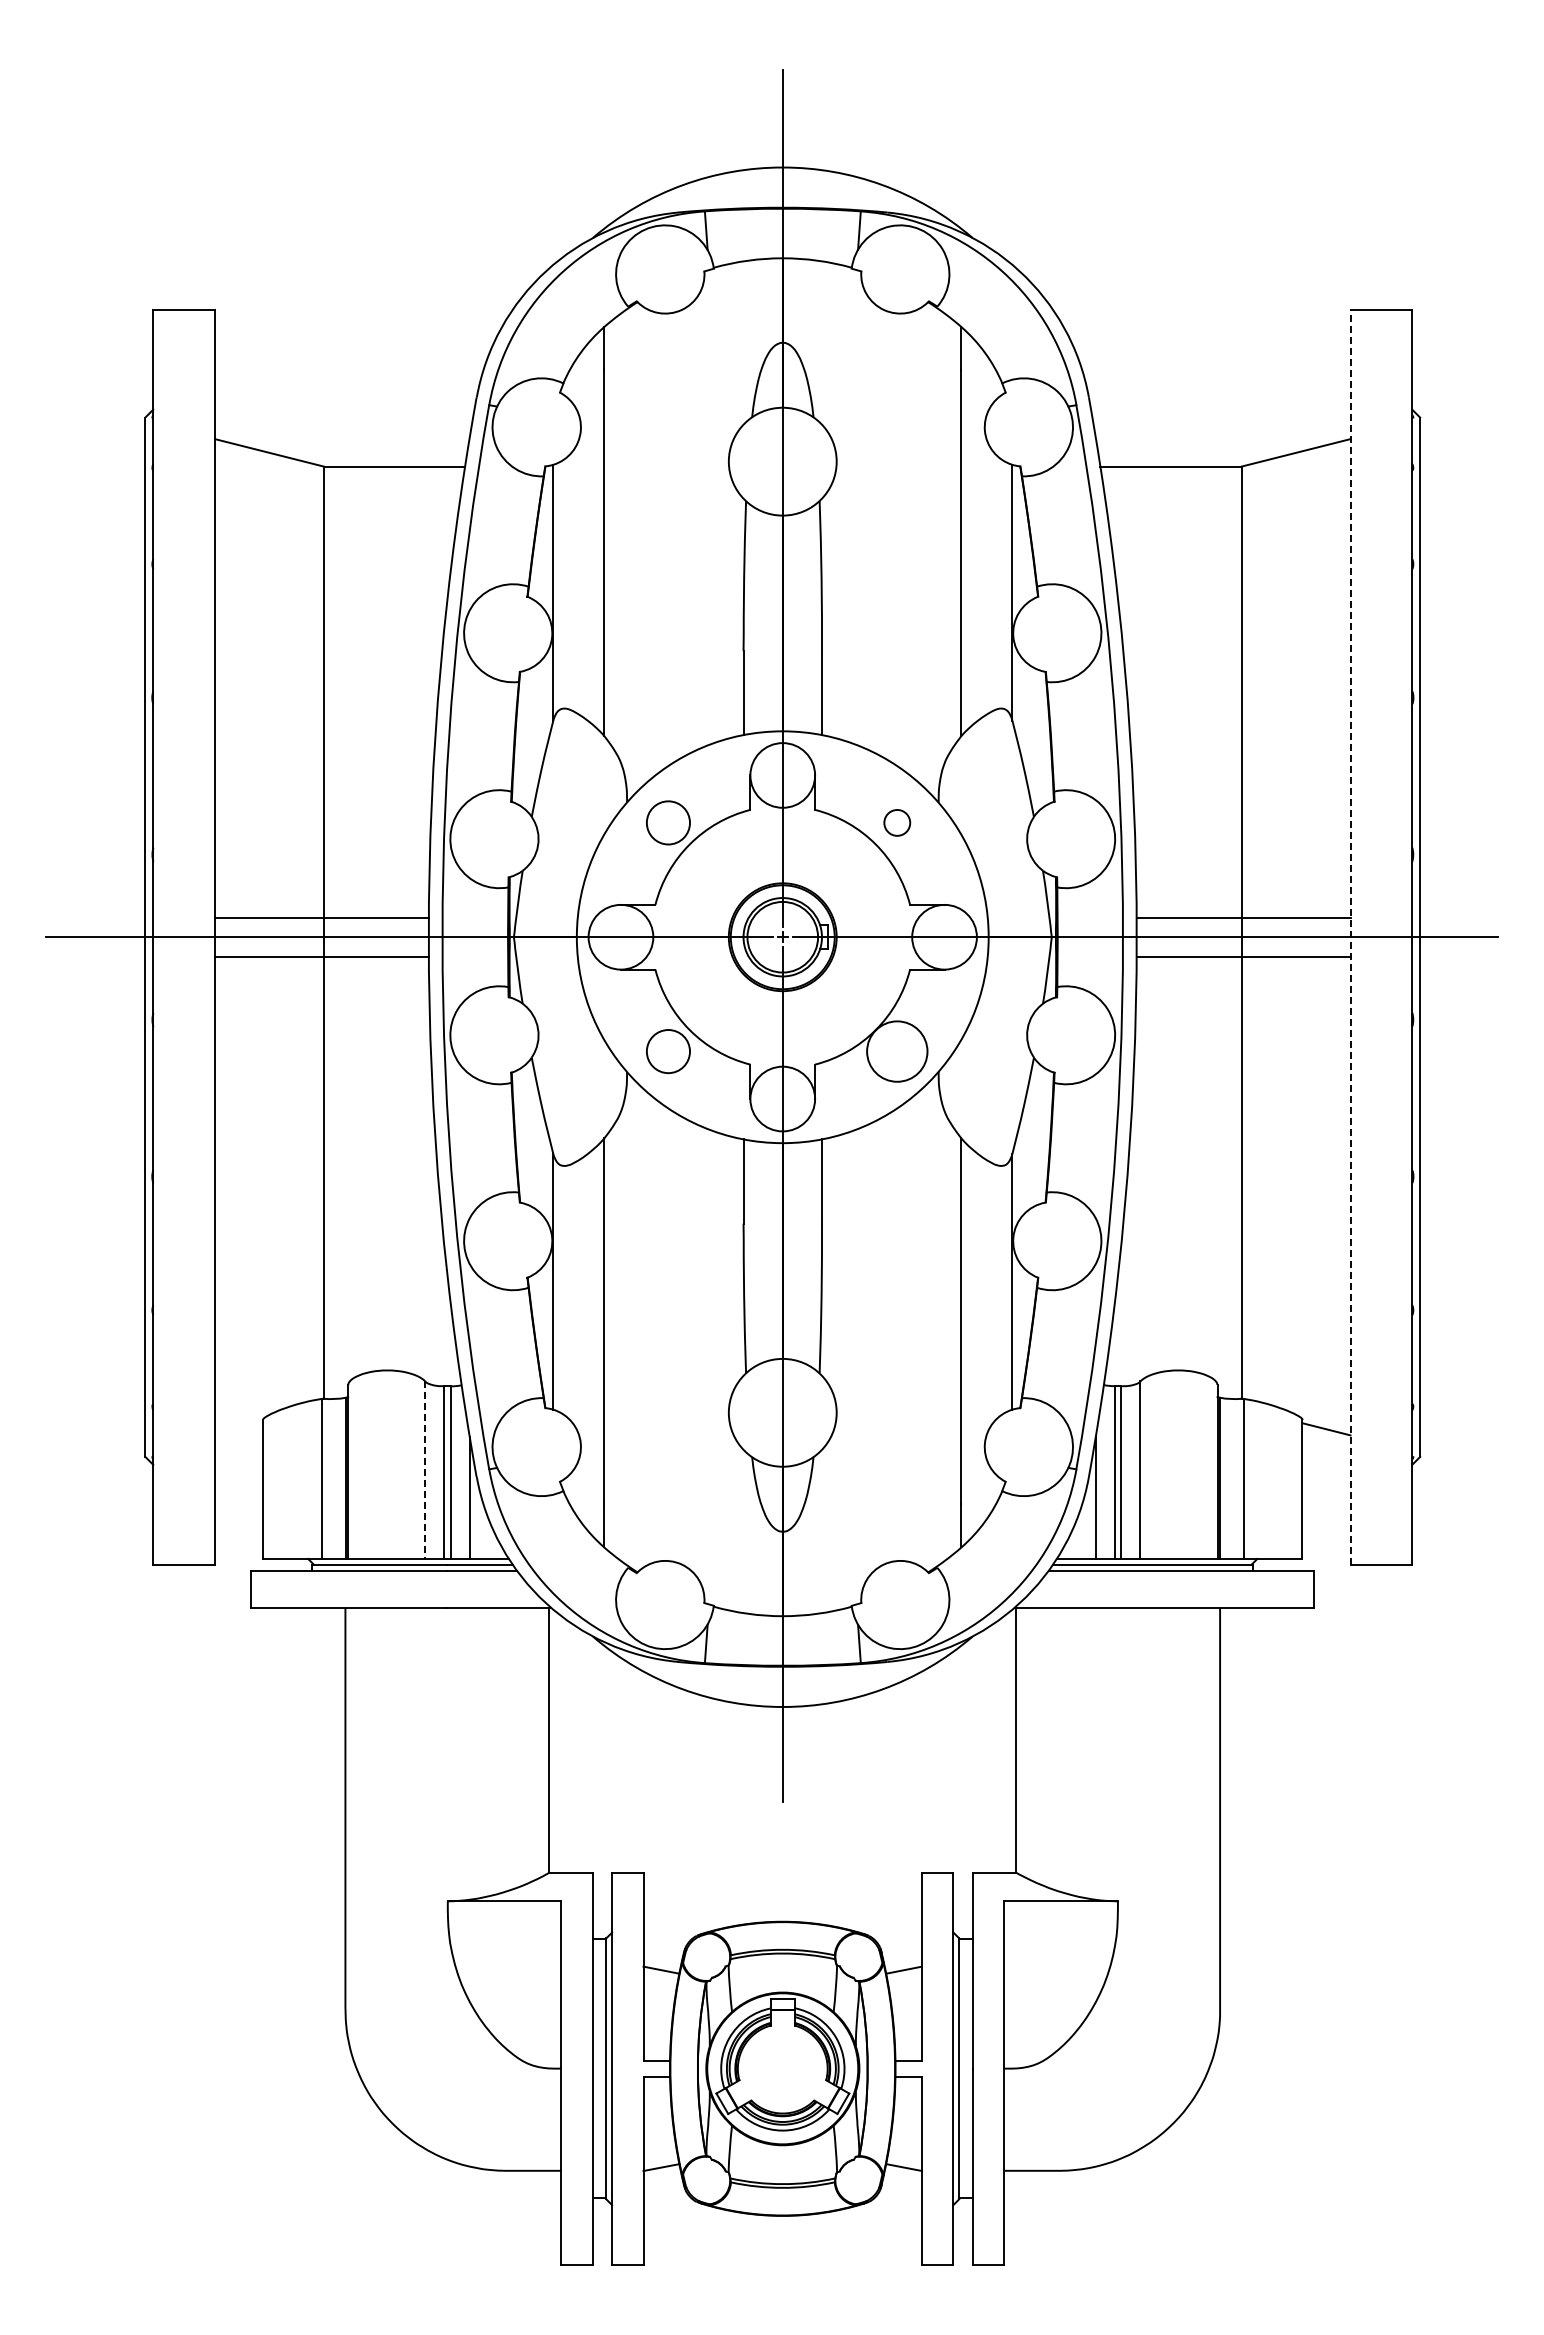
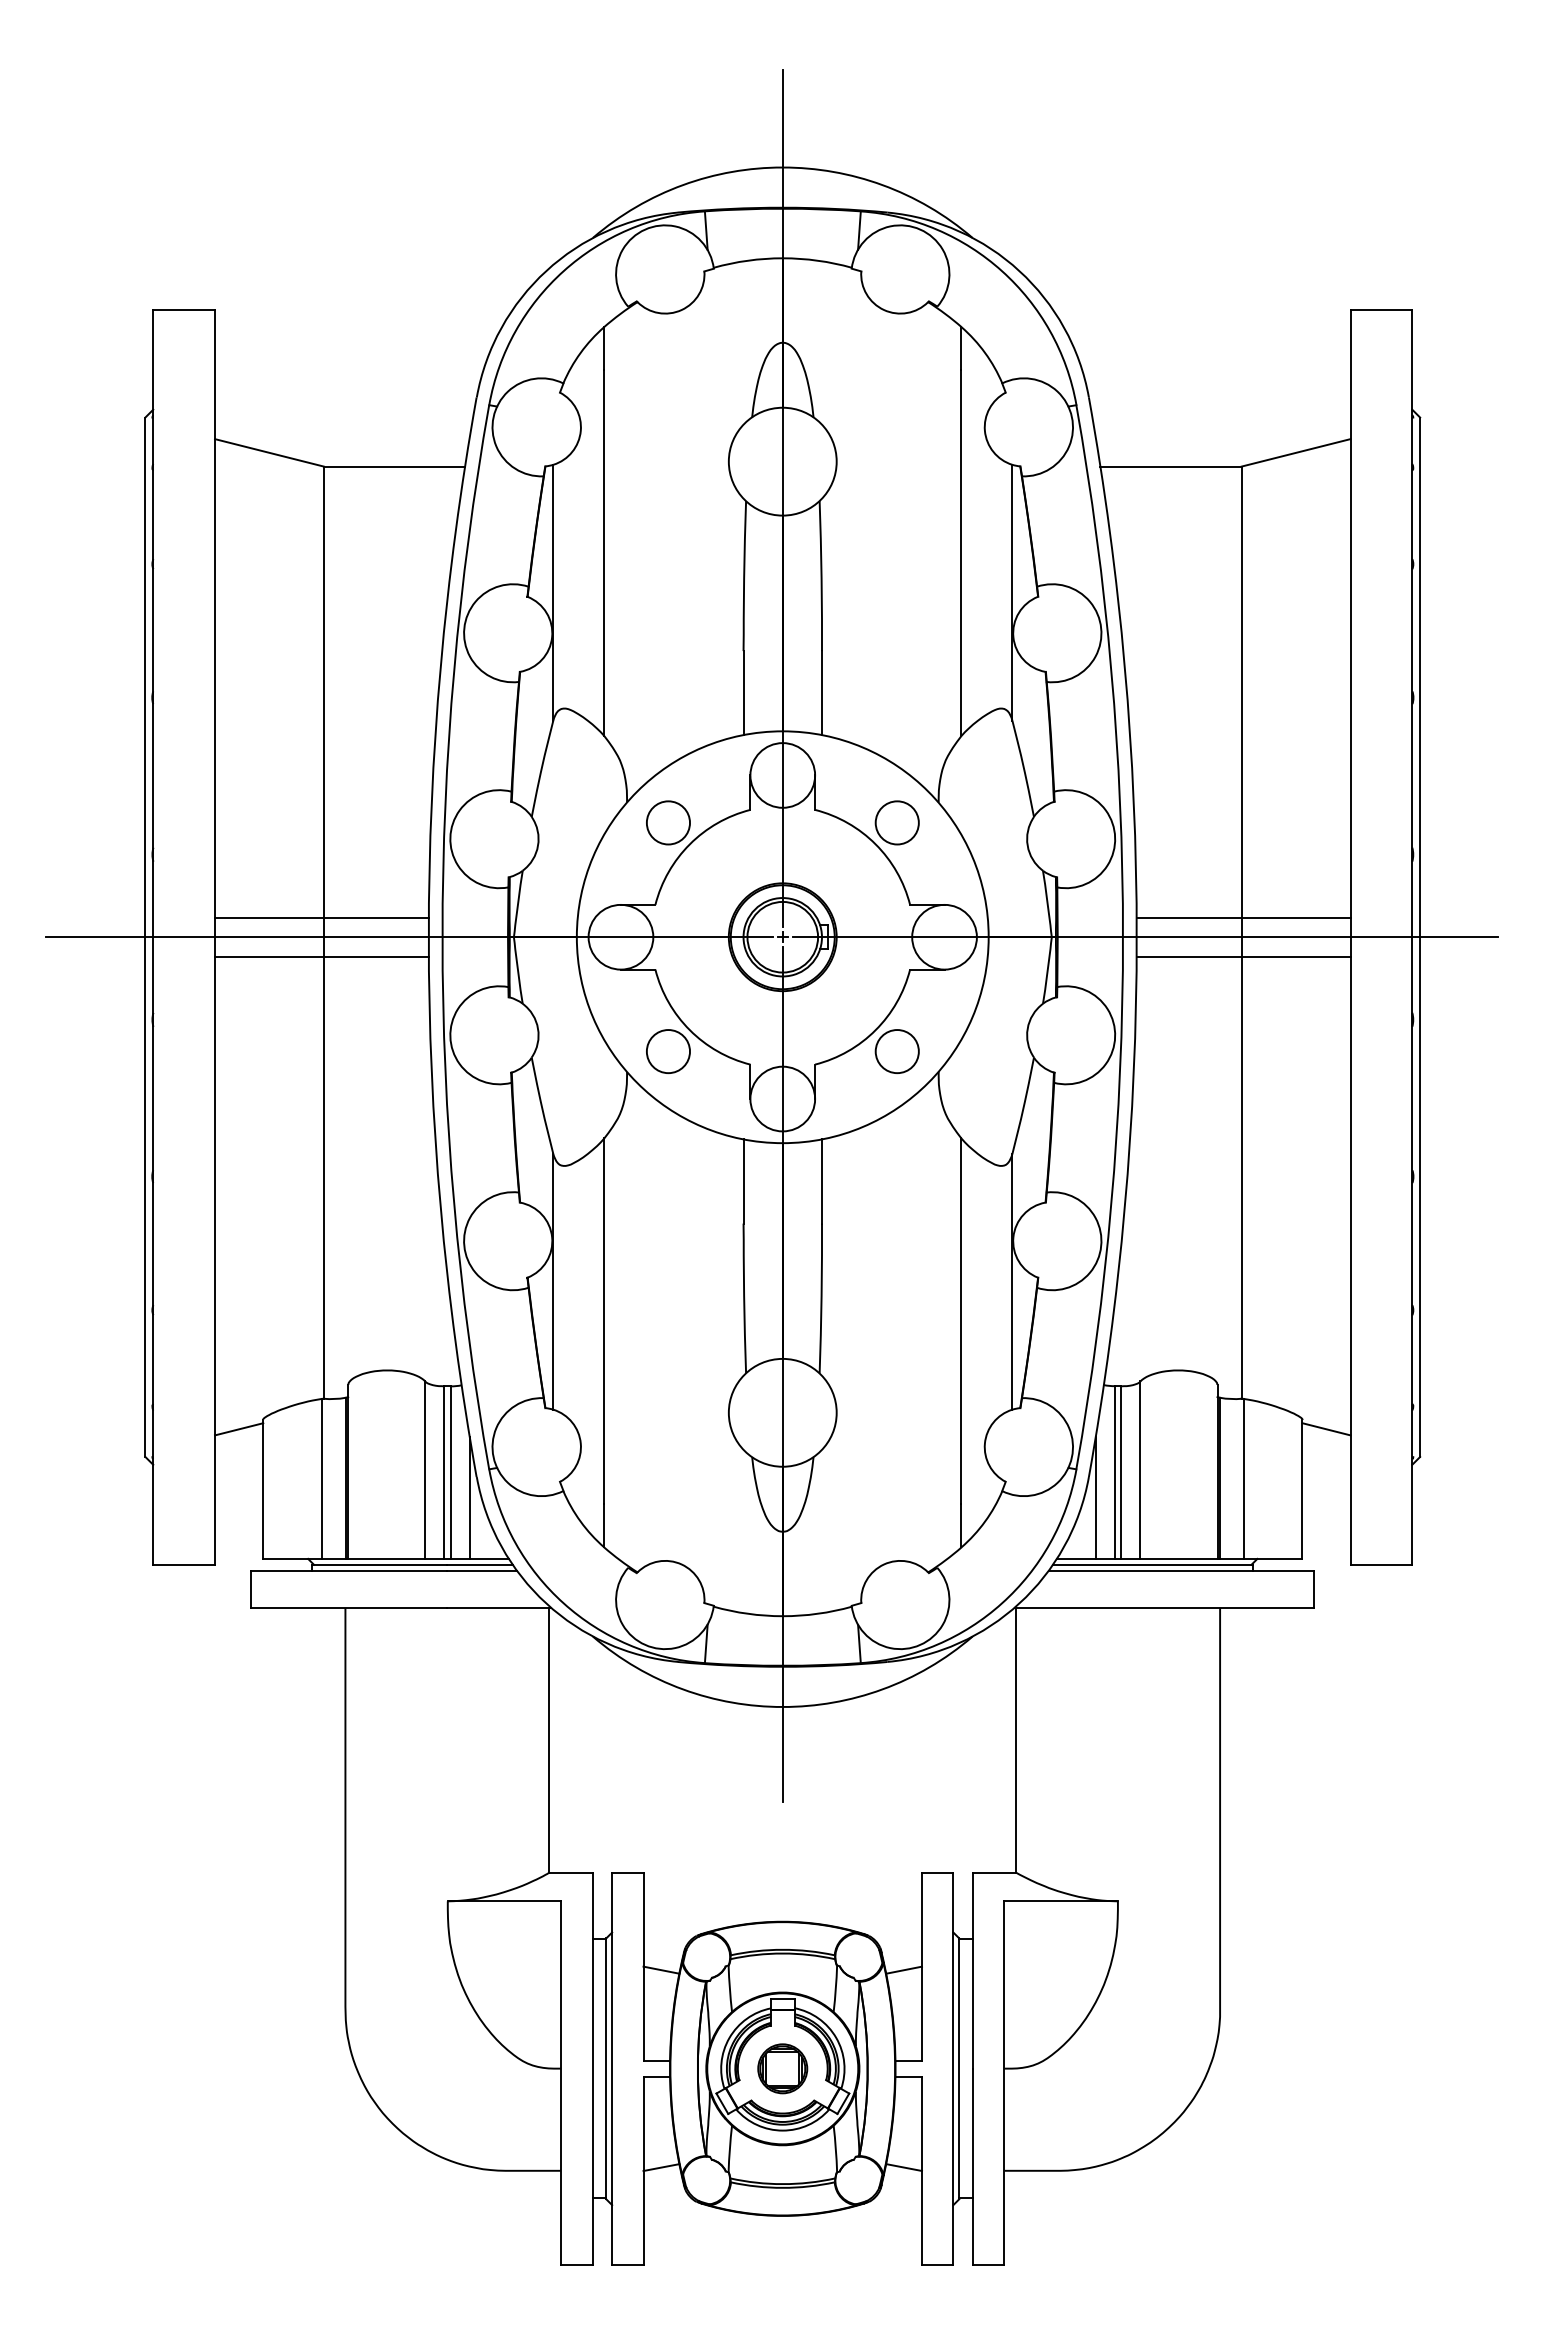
circle at (897, 822) diameter: 26 px -> 43 px
line at (1350, 937): dashed -> solid
circle at (897, 1051) diameter: 60 px -> 43 px
line at (239, 1429): none -> present
line at (425, 1470): dashed -> solid
part at (782, 2068): none -> present
